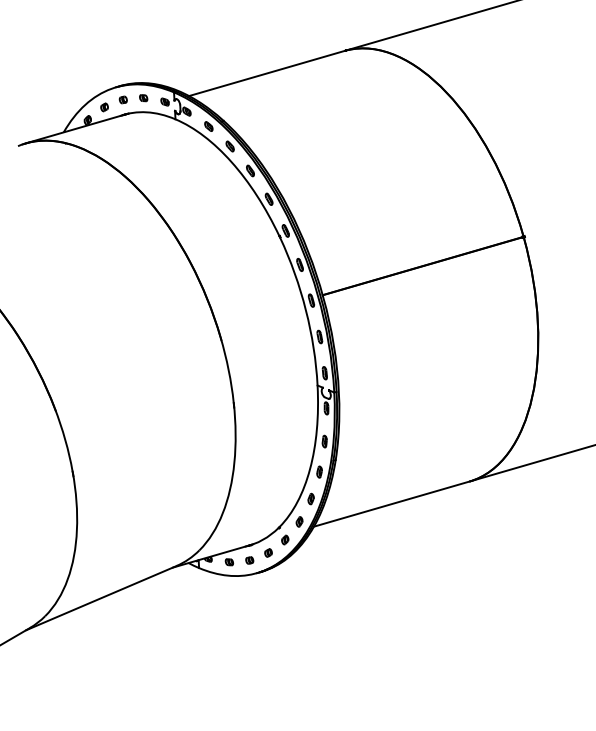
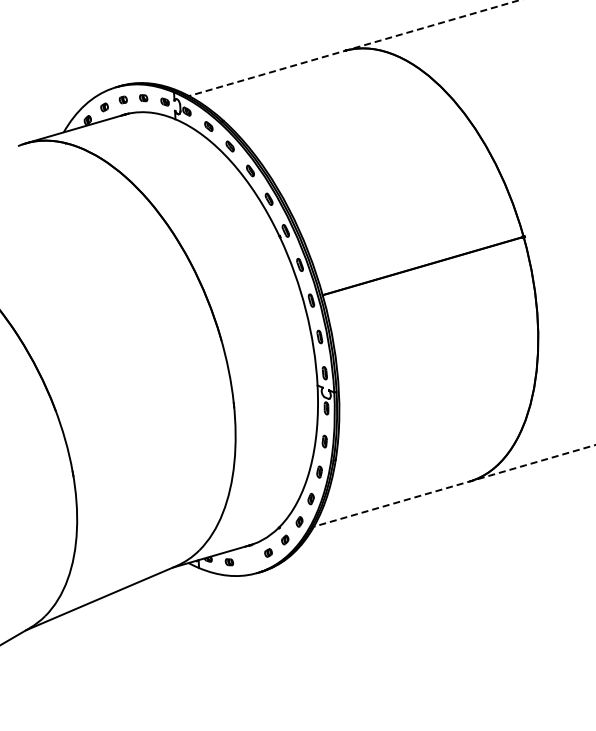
line at (354, 48): solid -> dashed
line at (454, 486): solid -> dashed
part at (249, 560): present -> none
